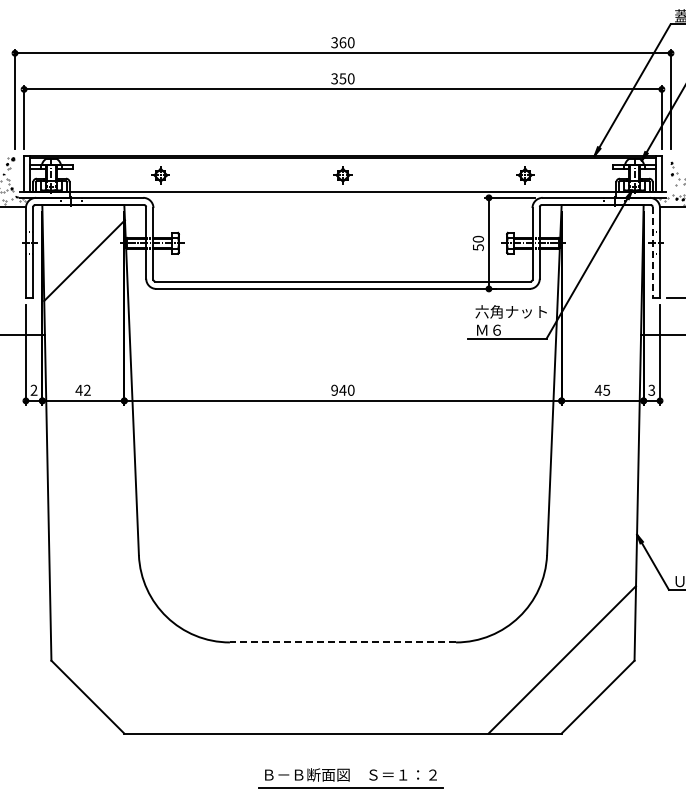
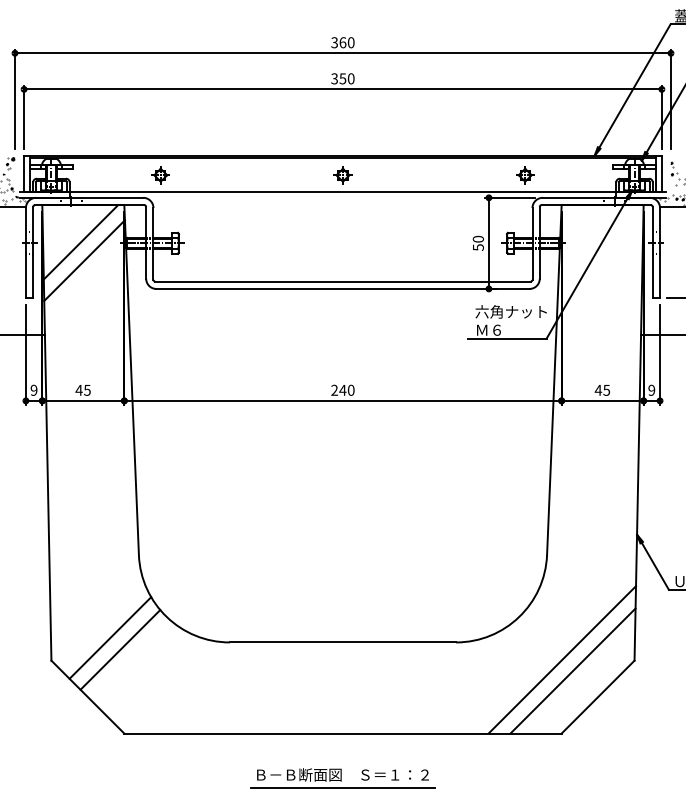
line at (80, 242): none -> present
line at (652, 252): dashed -> solid
text at (87, 389): 42 -> 45
text at (33, 390): 2 -> 9
text at (334, 390): 940 -> 240
text at (651, 390): 3 -> 9
line at (110, 637): none -> present
line at (342, 642): dashed -> solid
line at (120, 649): none -> present
line at (572, 670): none -> present
part at (350, 778) position: (350, 778) -> (342, 778)
